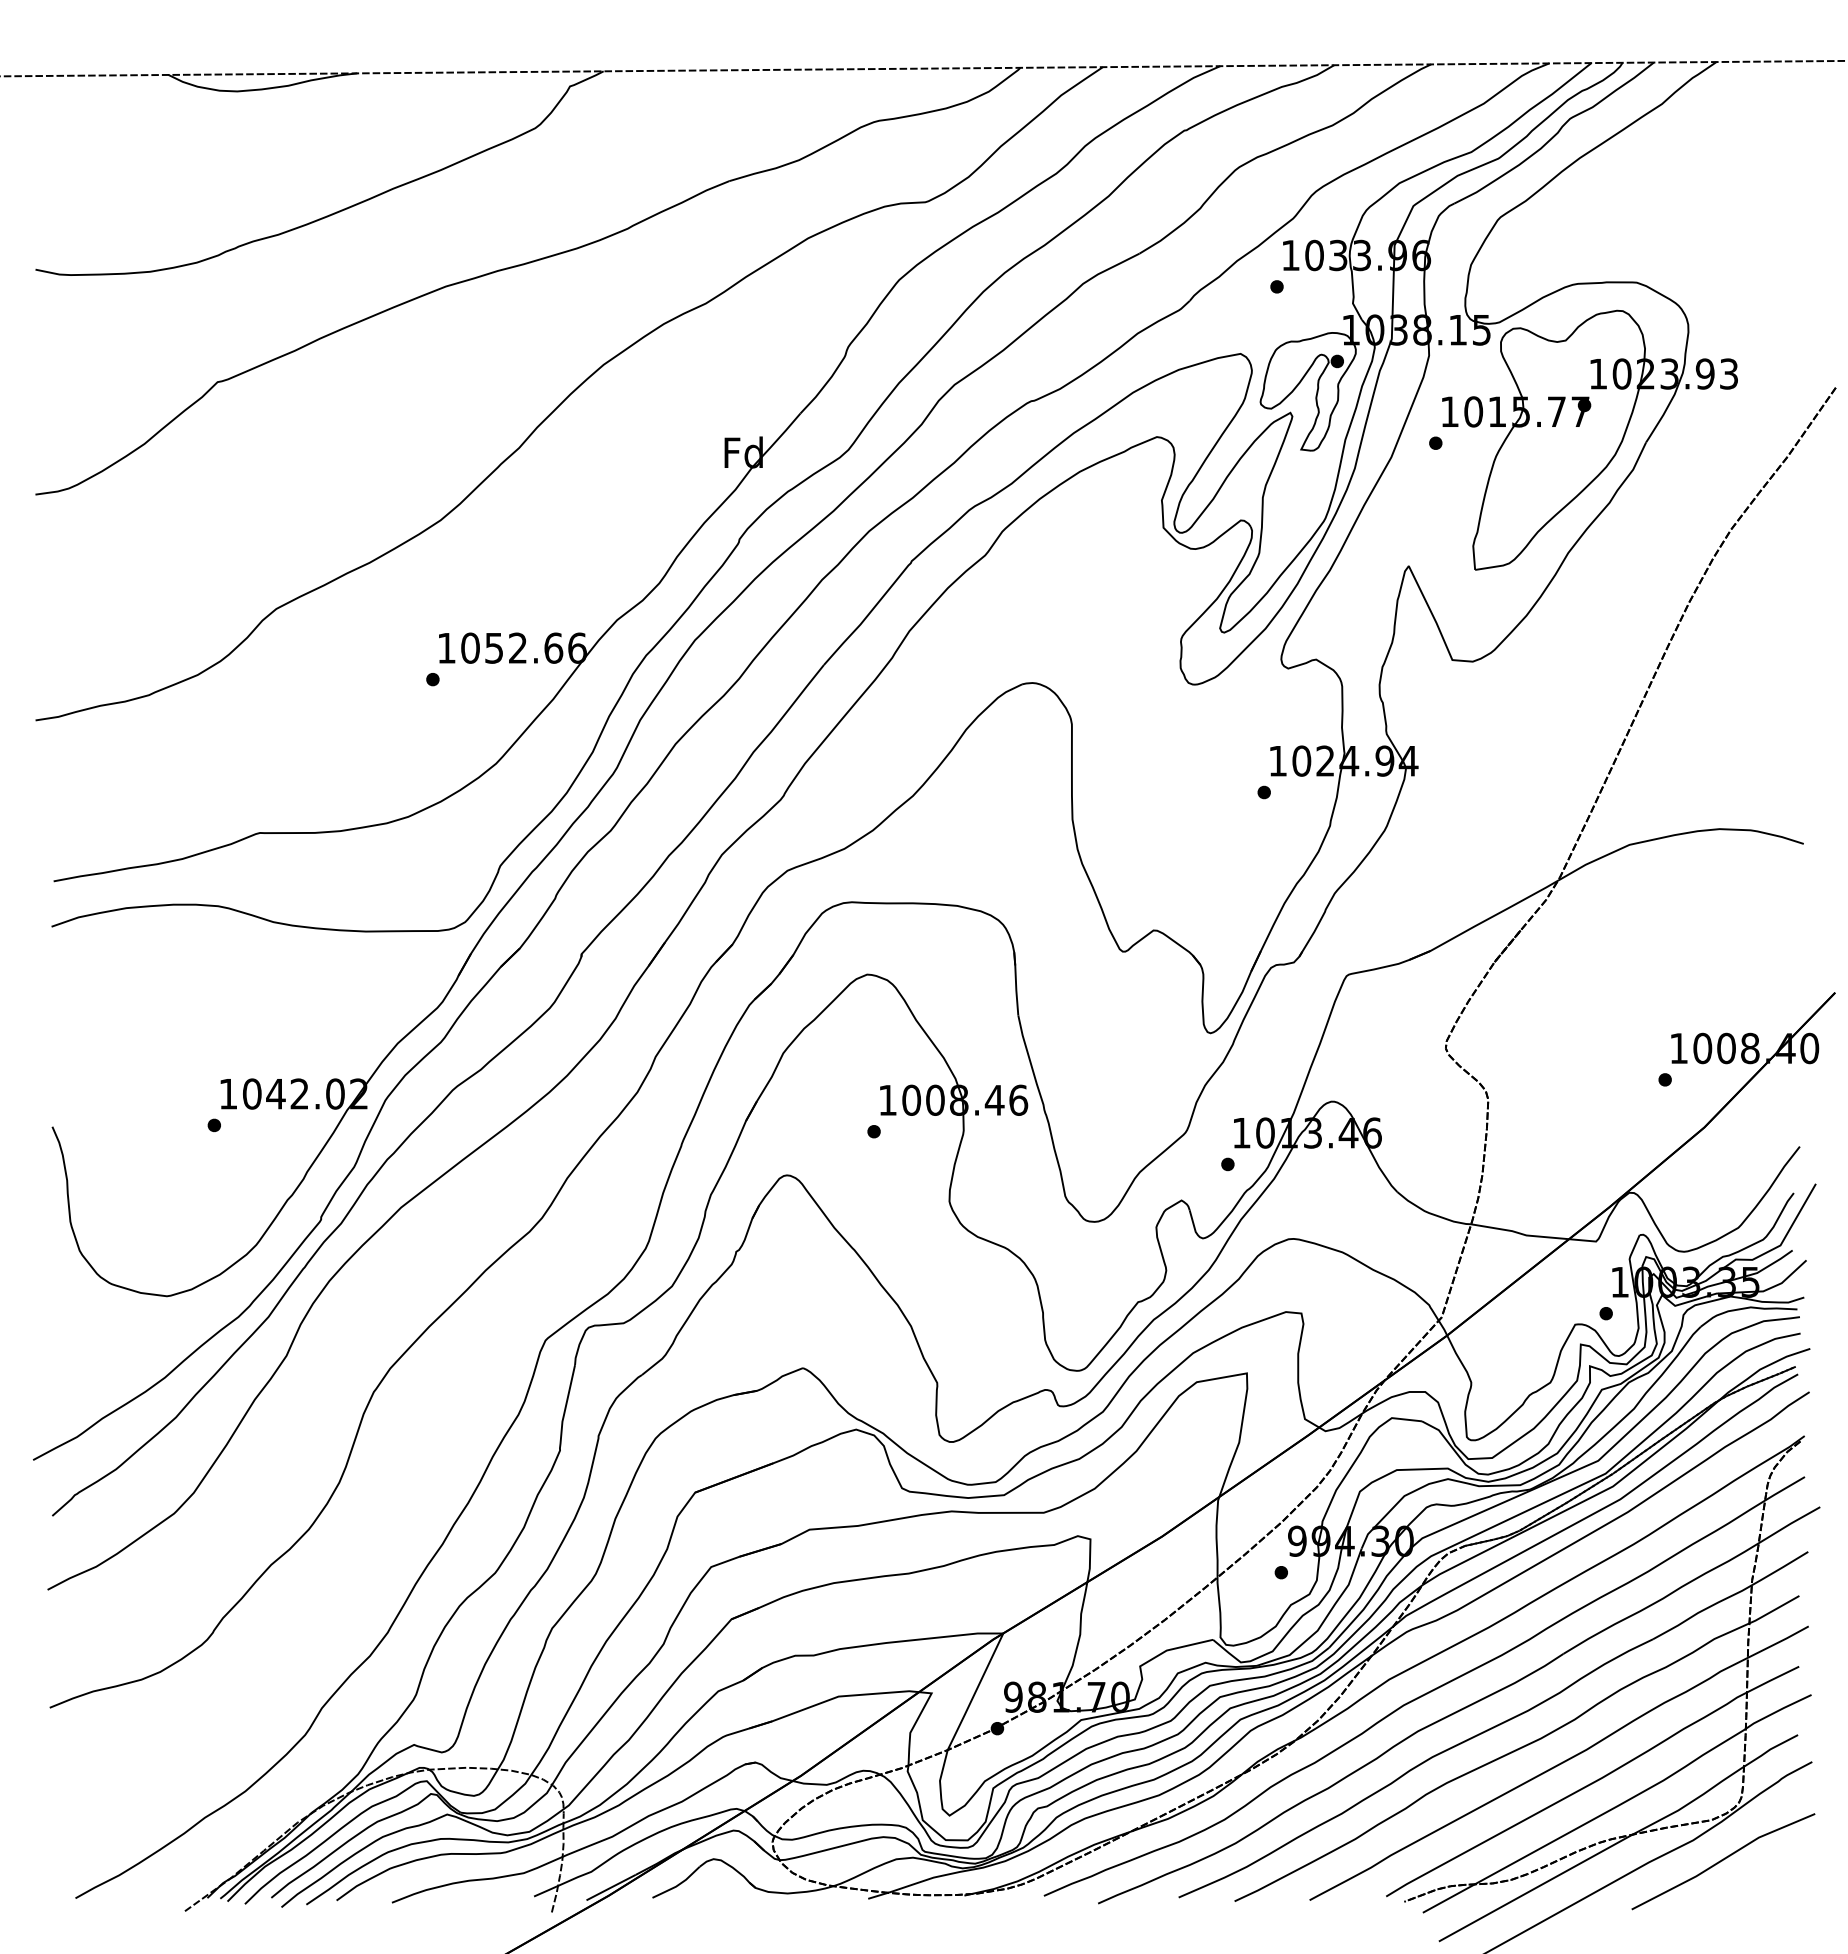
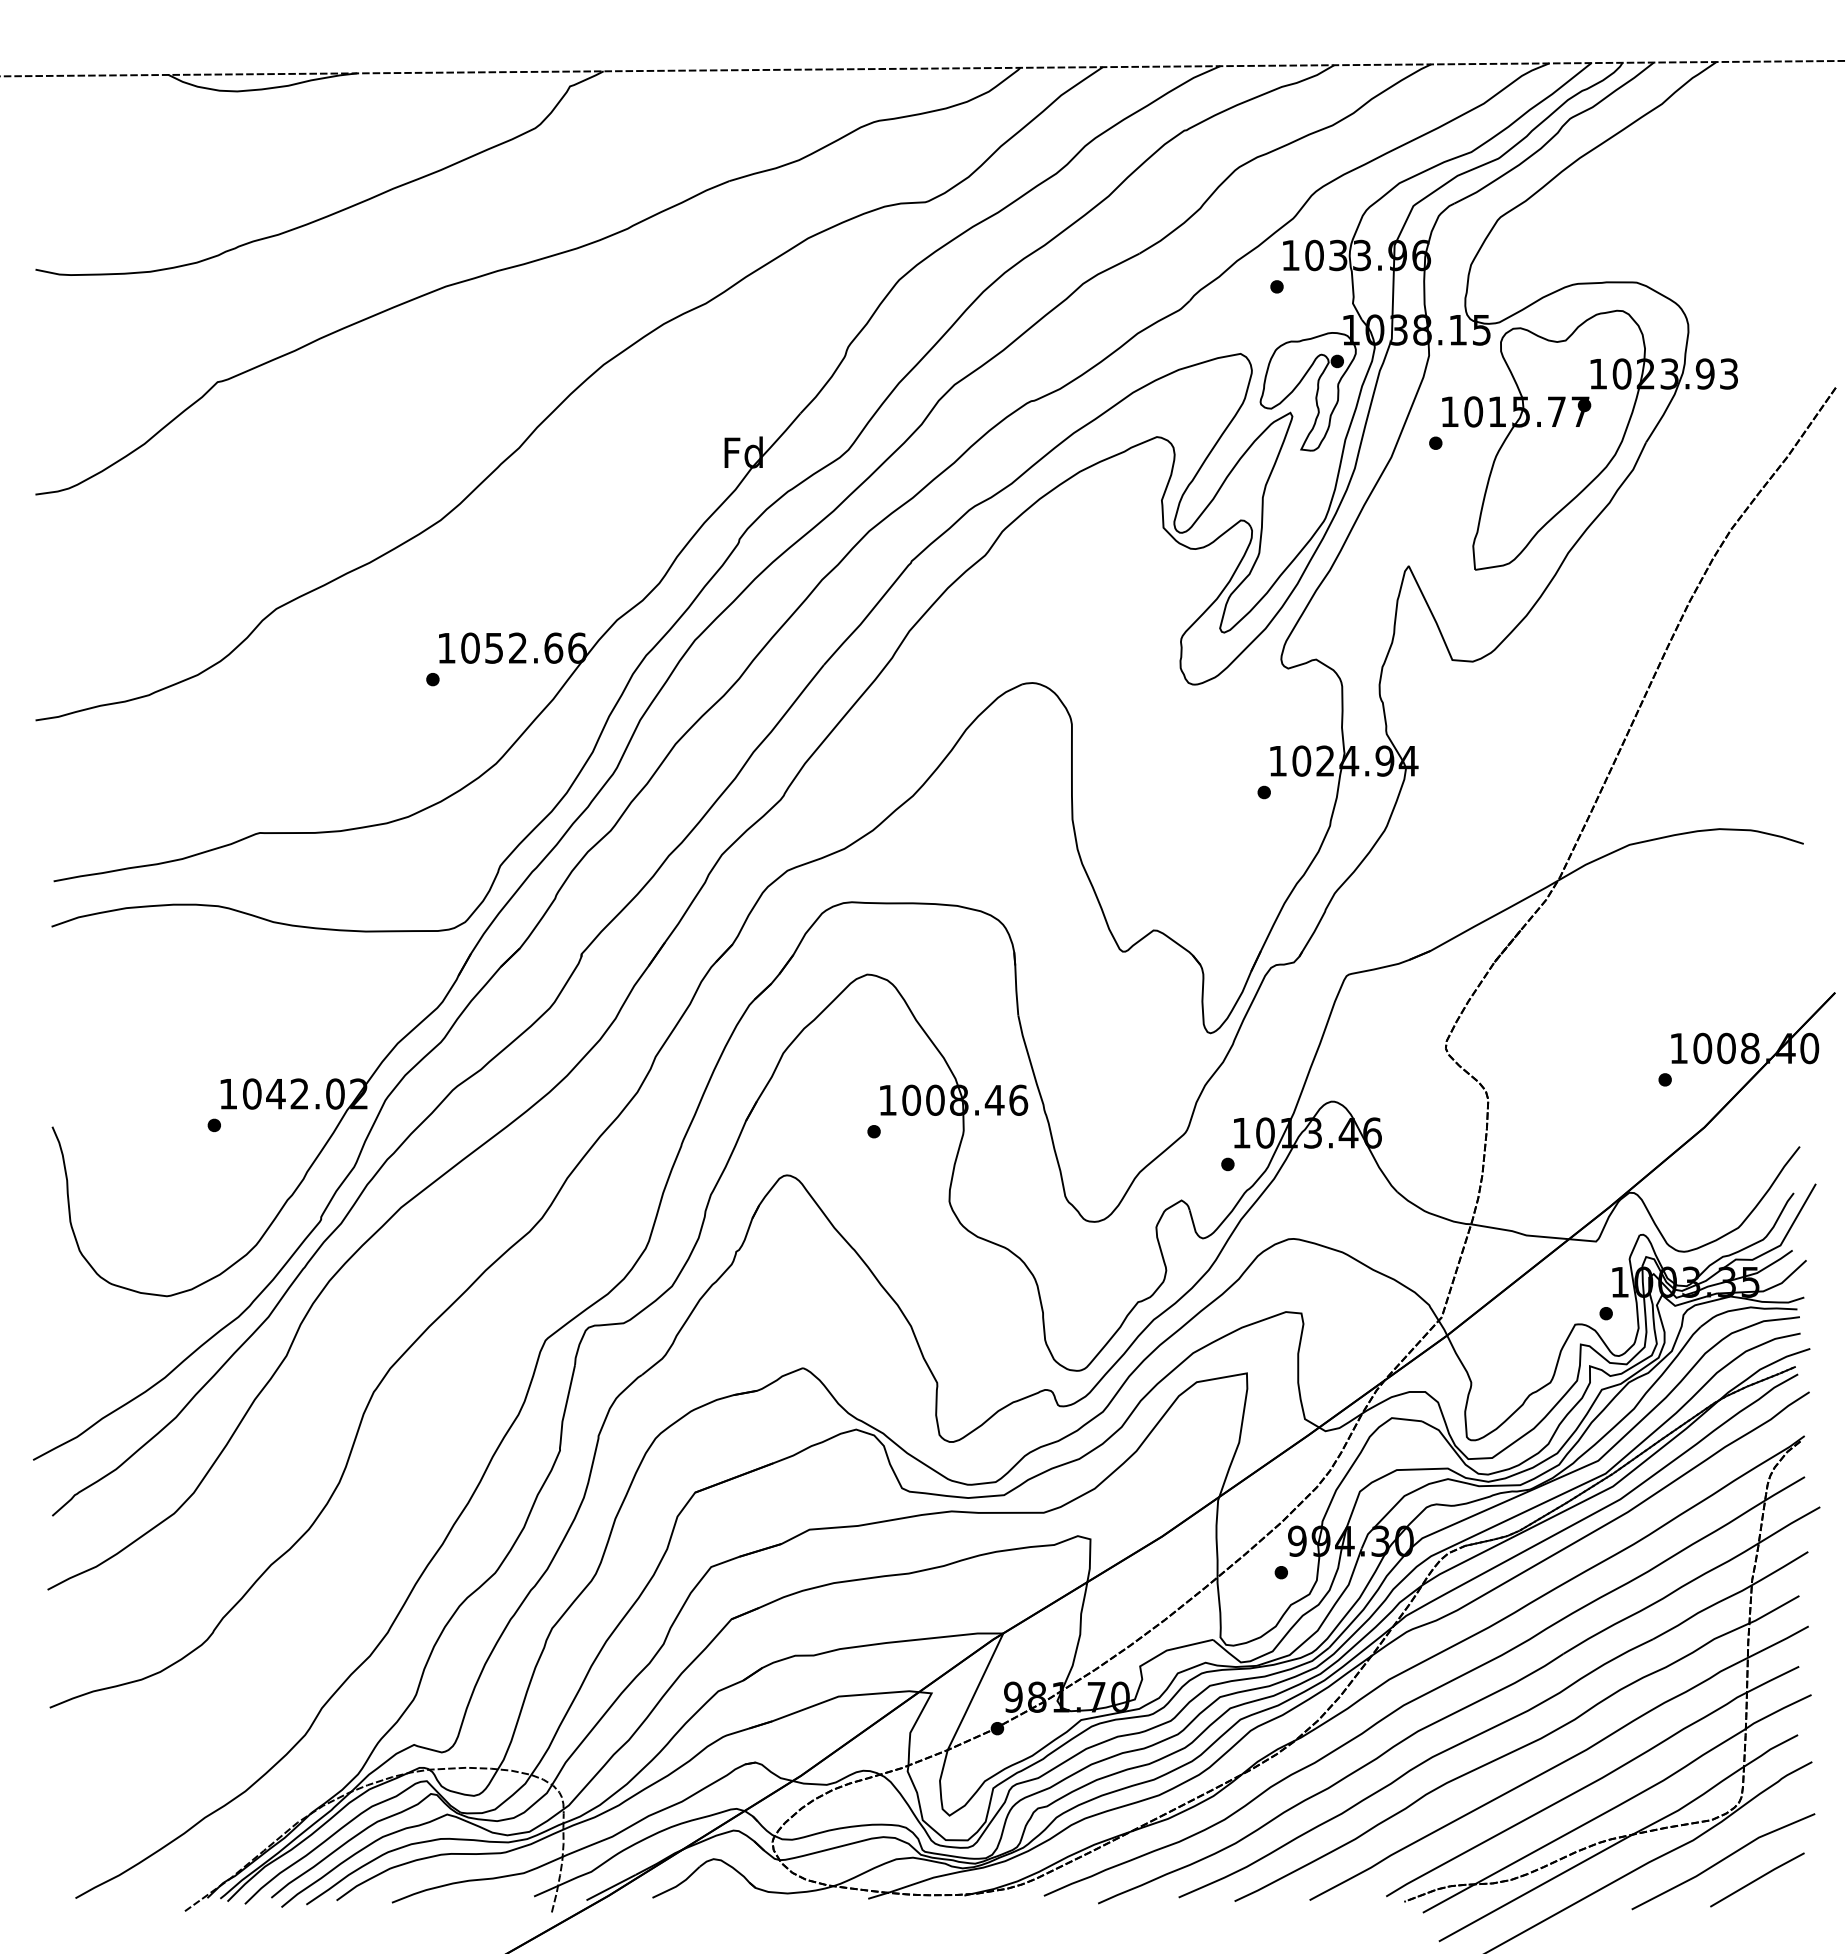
line at (1757, 1879): none -> present
